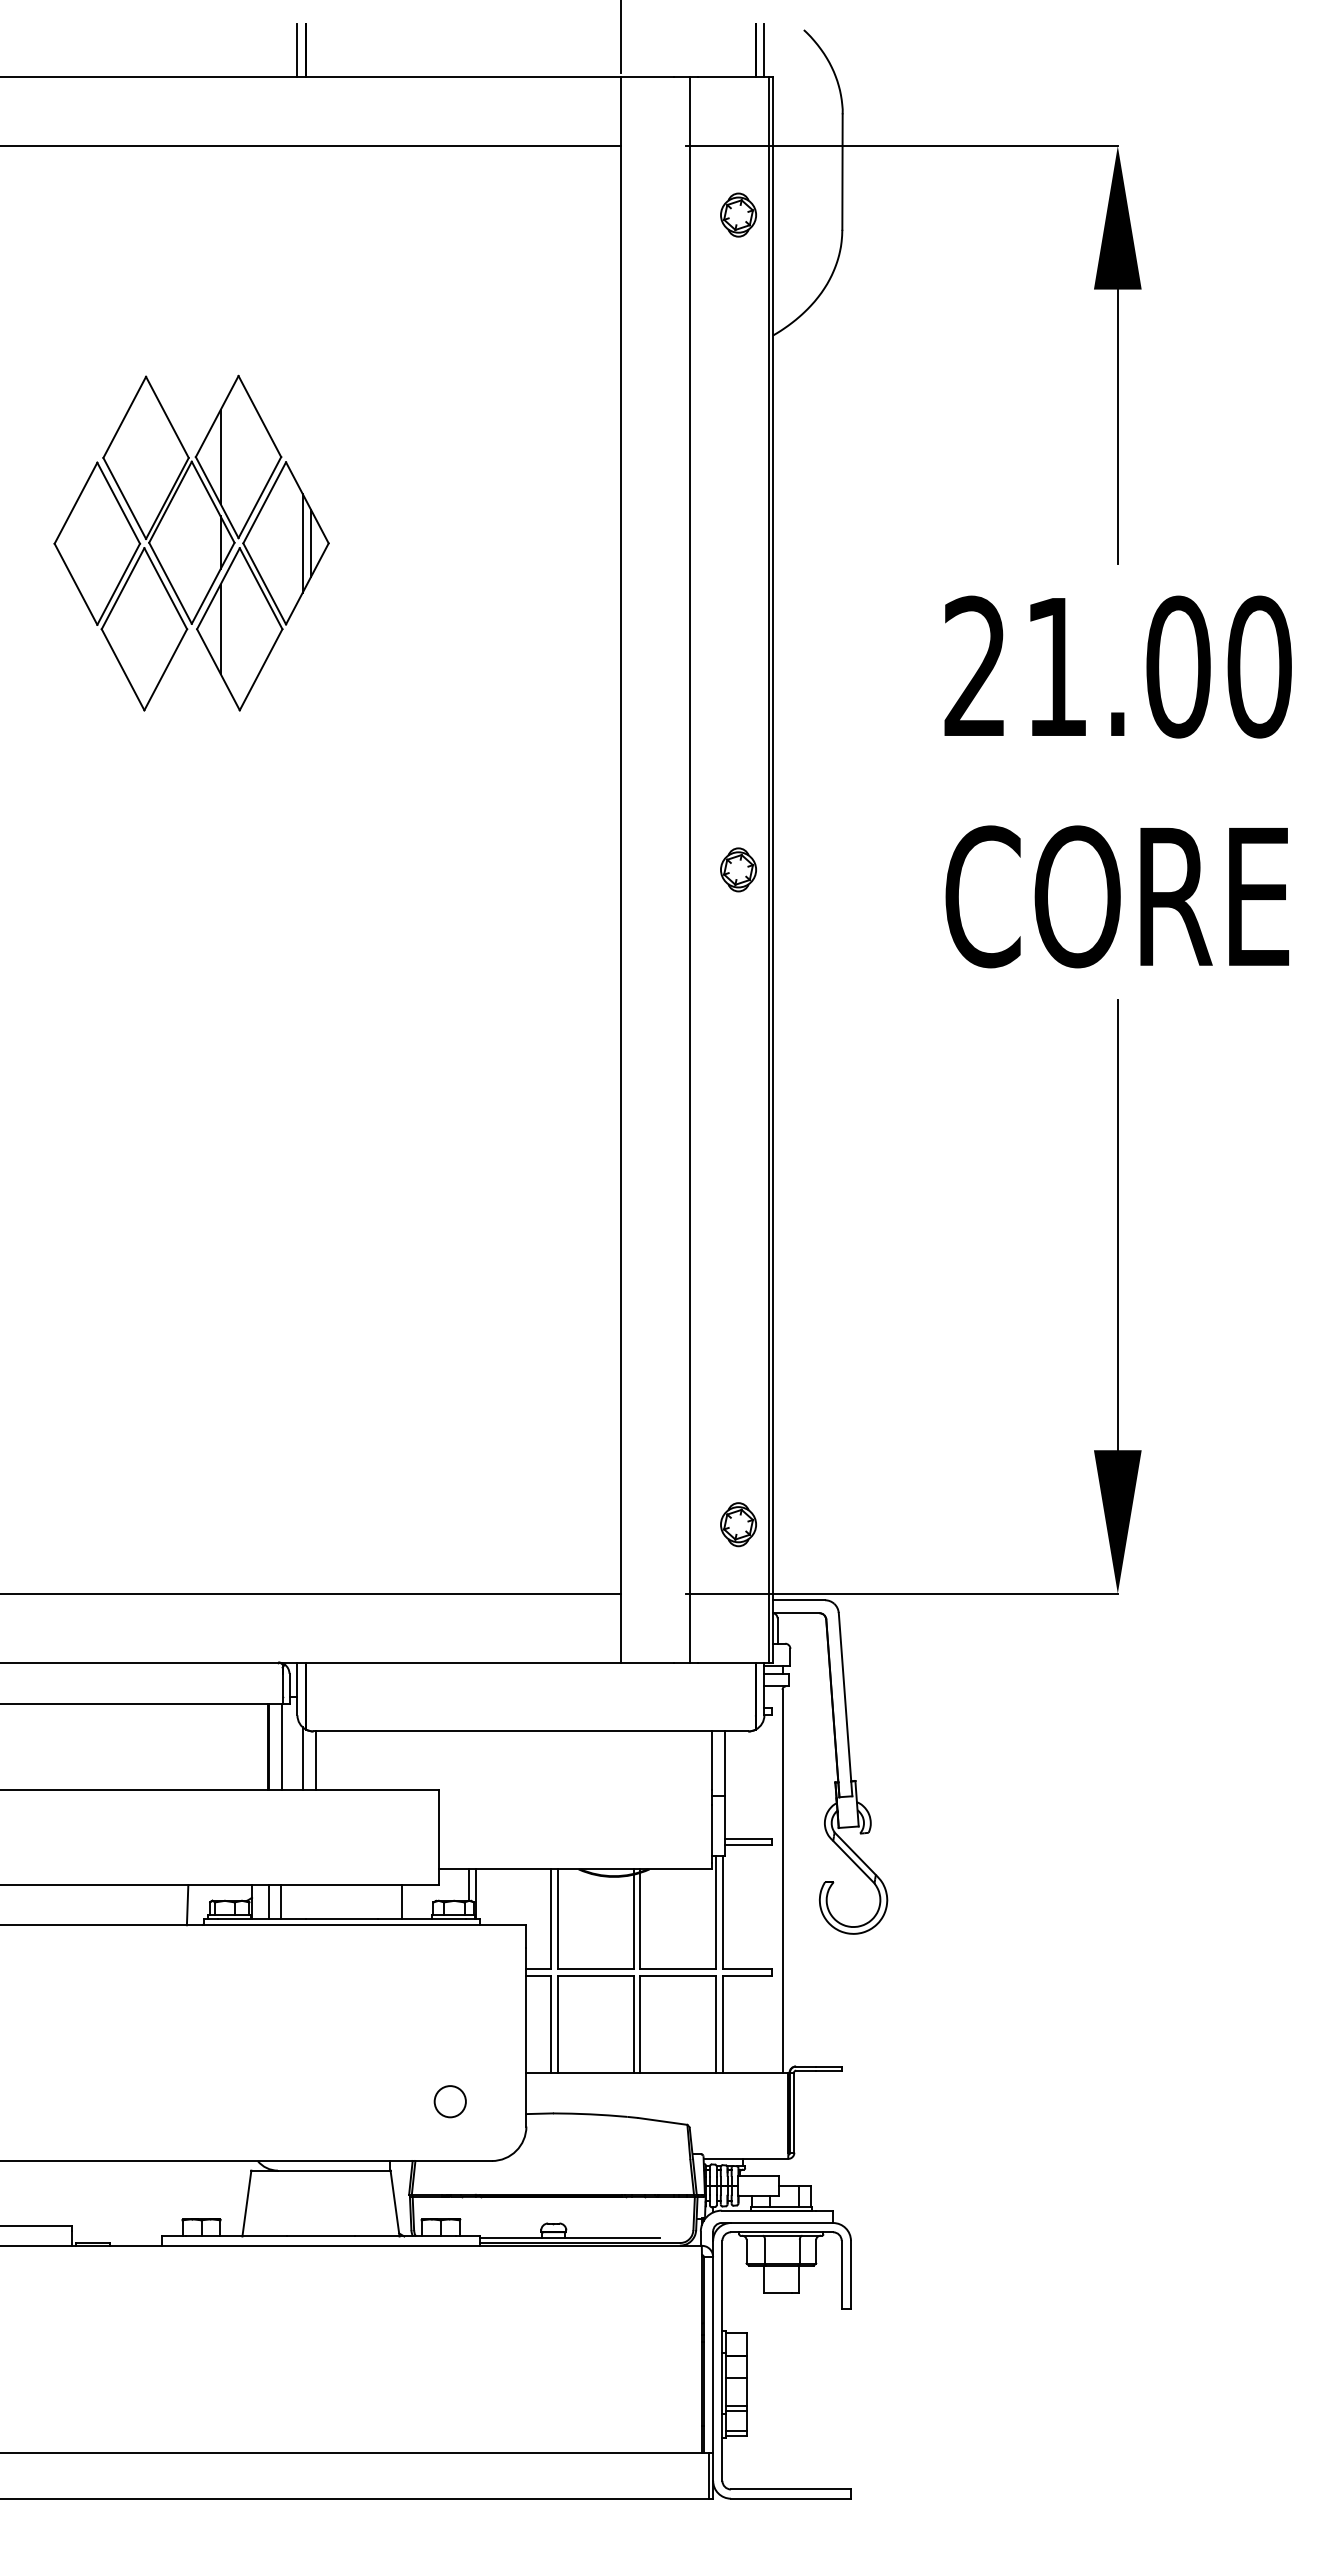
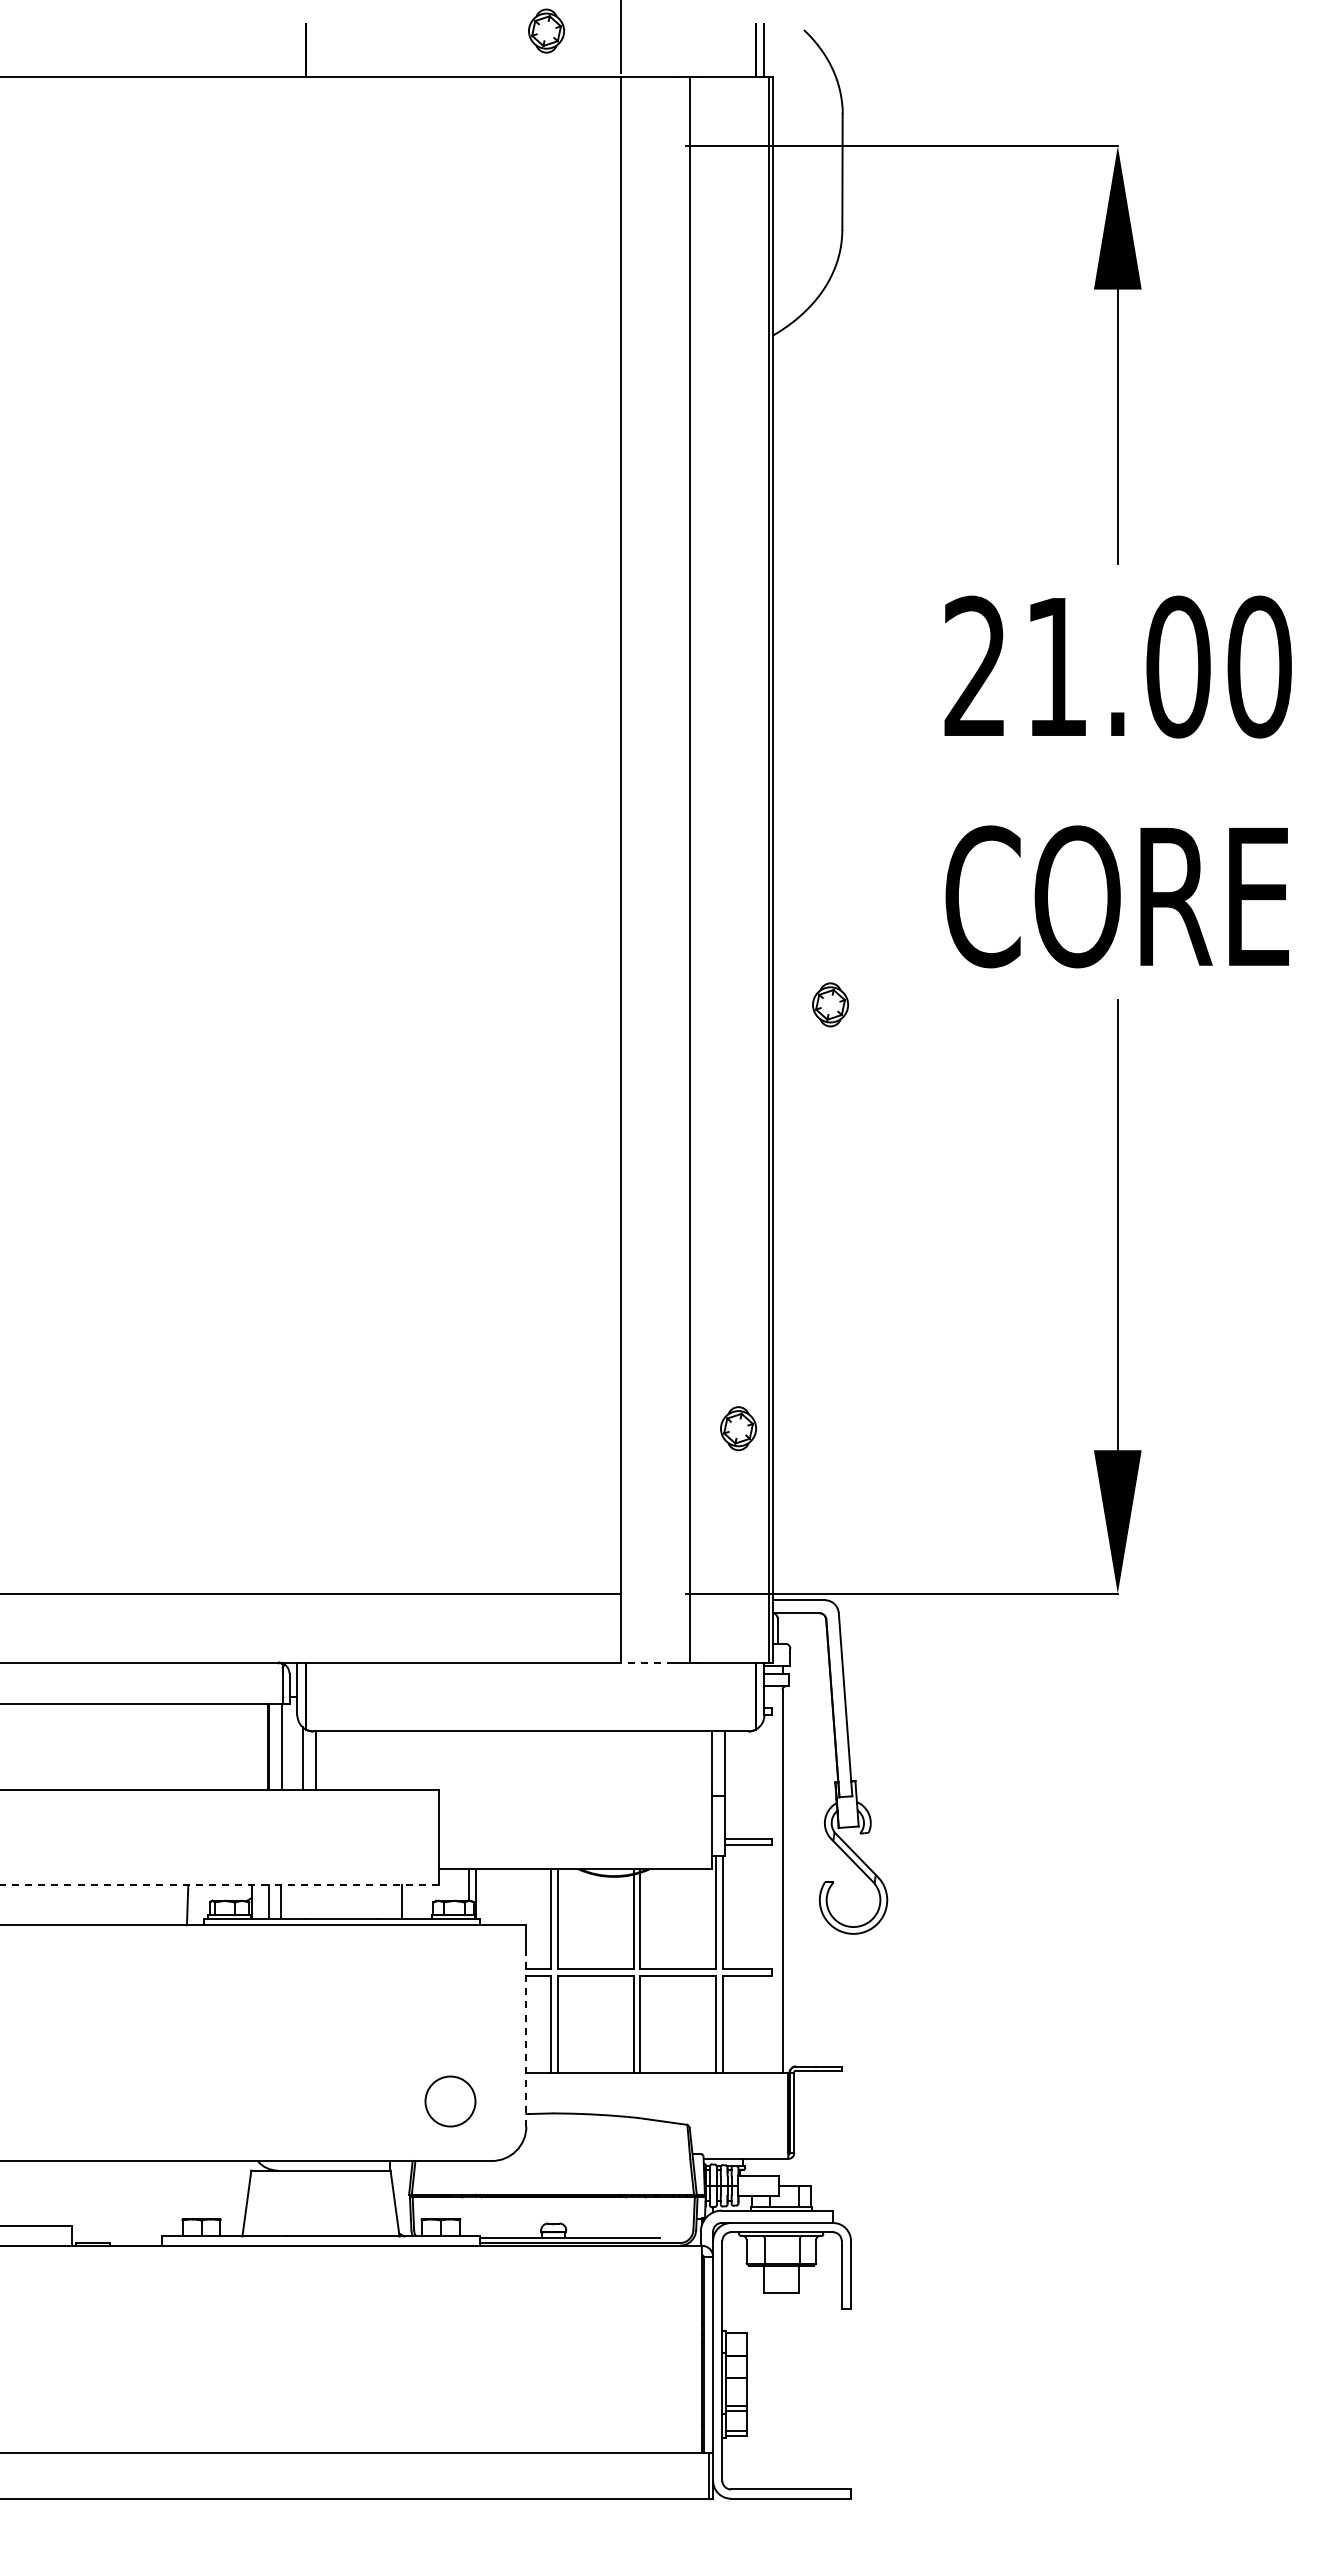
line at (297, 50): present -> none
line at (311, 146): present -> none
part at (738, 214) position: (738, 214) -> (546, 30)
part at (191, 542): present -> none
part at (738, 869) position: (738, 869) -> (830, 1004)
part at (738, 1524) position: (738, 1524) -> (738, 1428)
line at (647, 1662): solid -> dashed
line at (219, 1885): solid -> dashed
line at (526, 2036): solid -> dashed
circle at (449, 2101) size: 34x34 px -> 53x53 px
